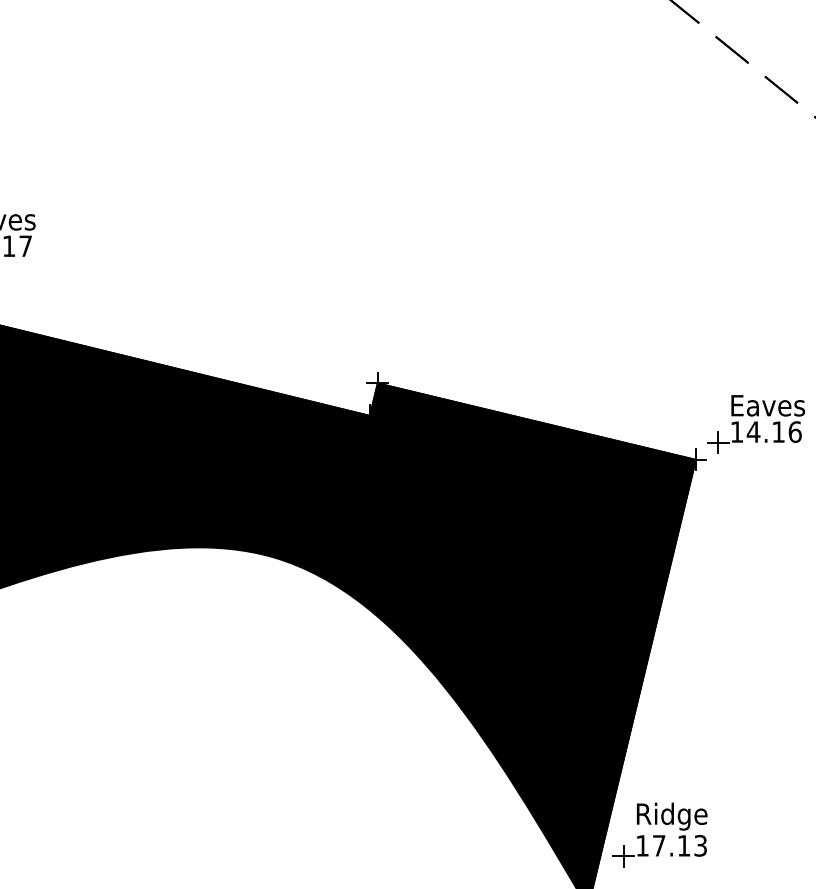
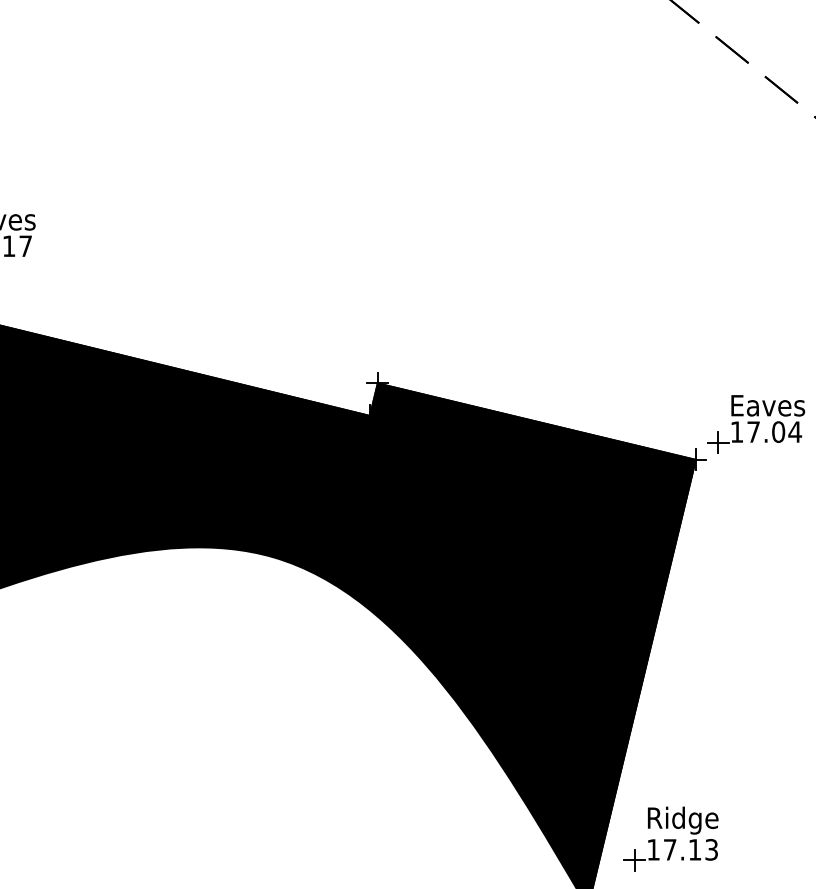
text at (774, 431): 14.16 -> 17.04
part at (659, 834) position: (659, 834) -> (670, 838)
